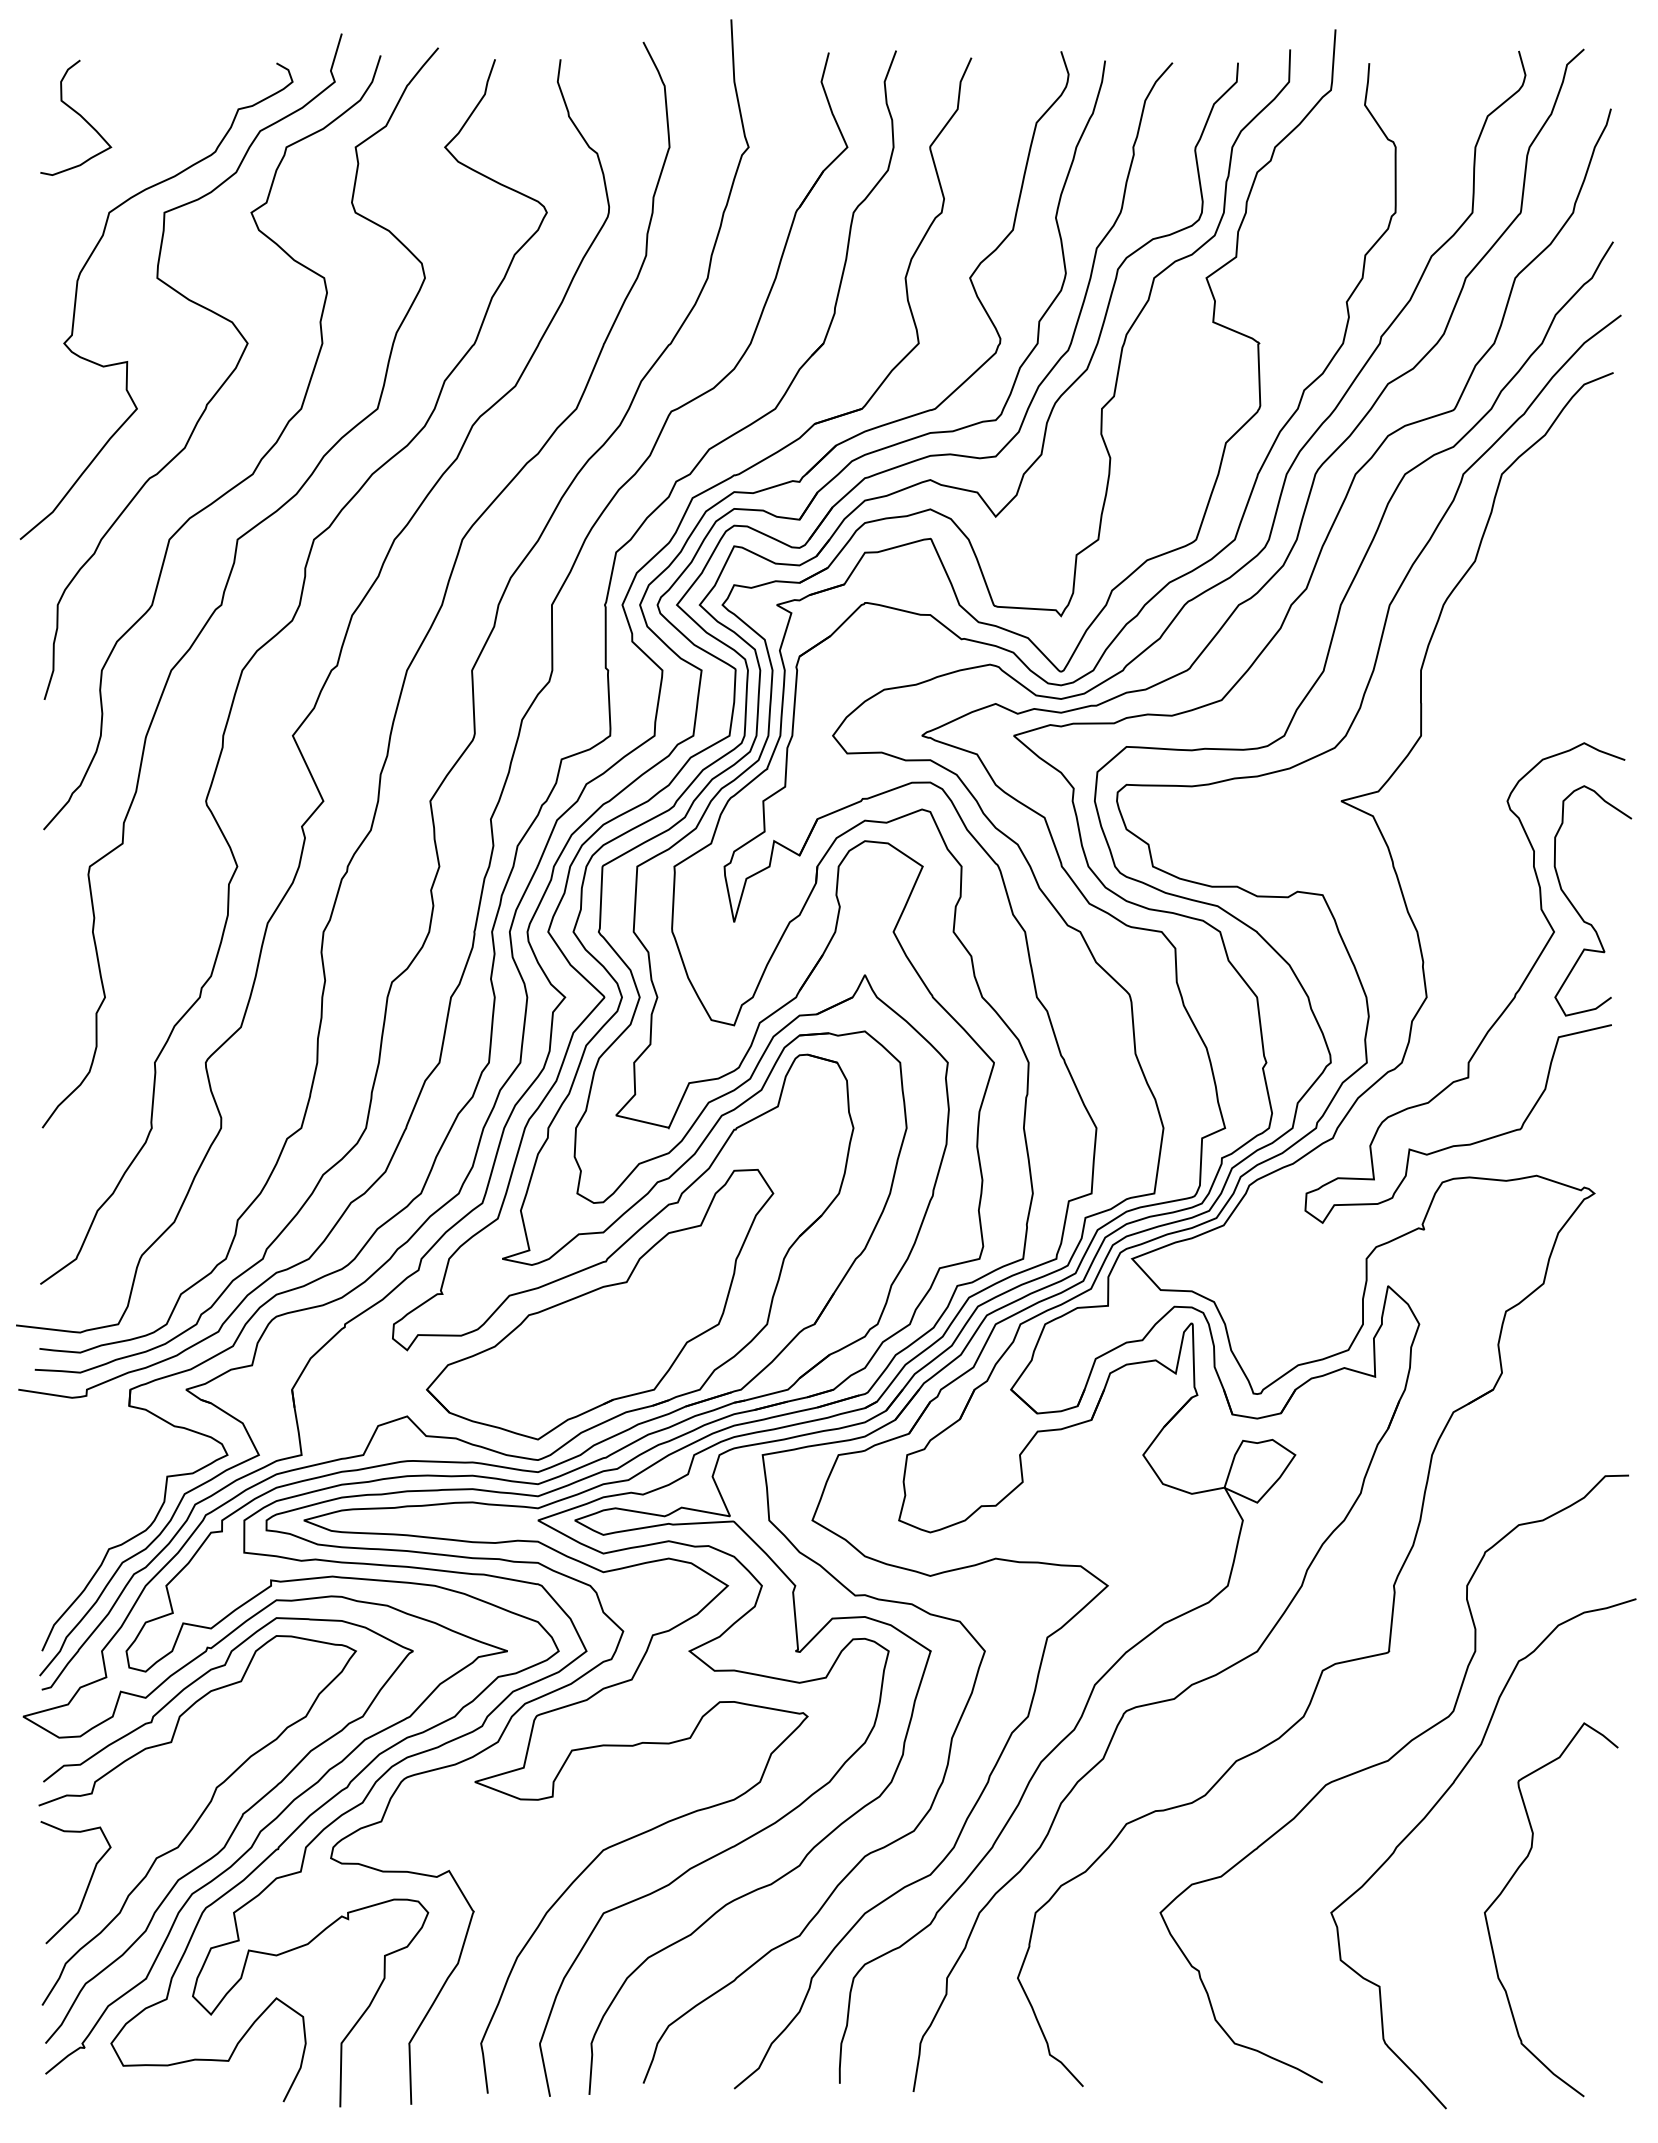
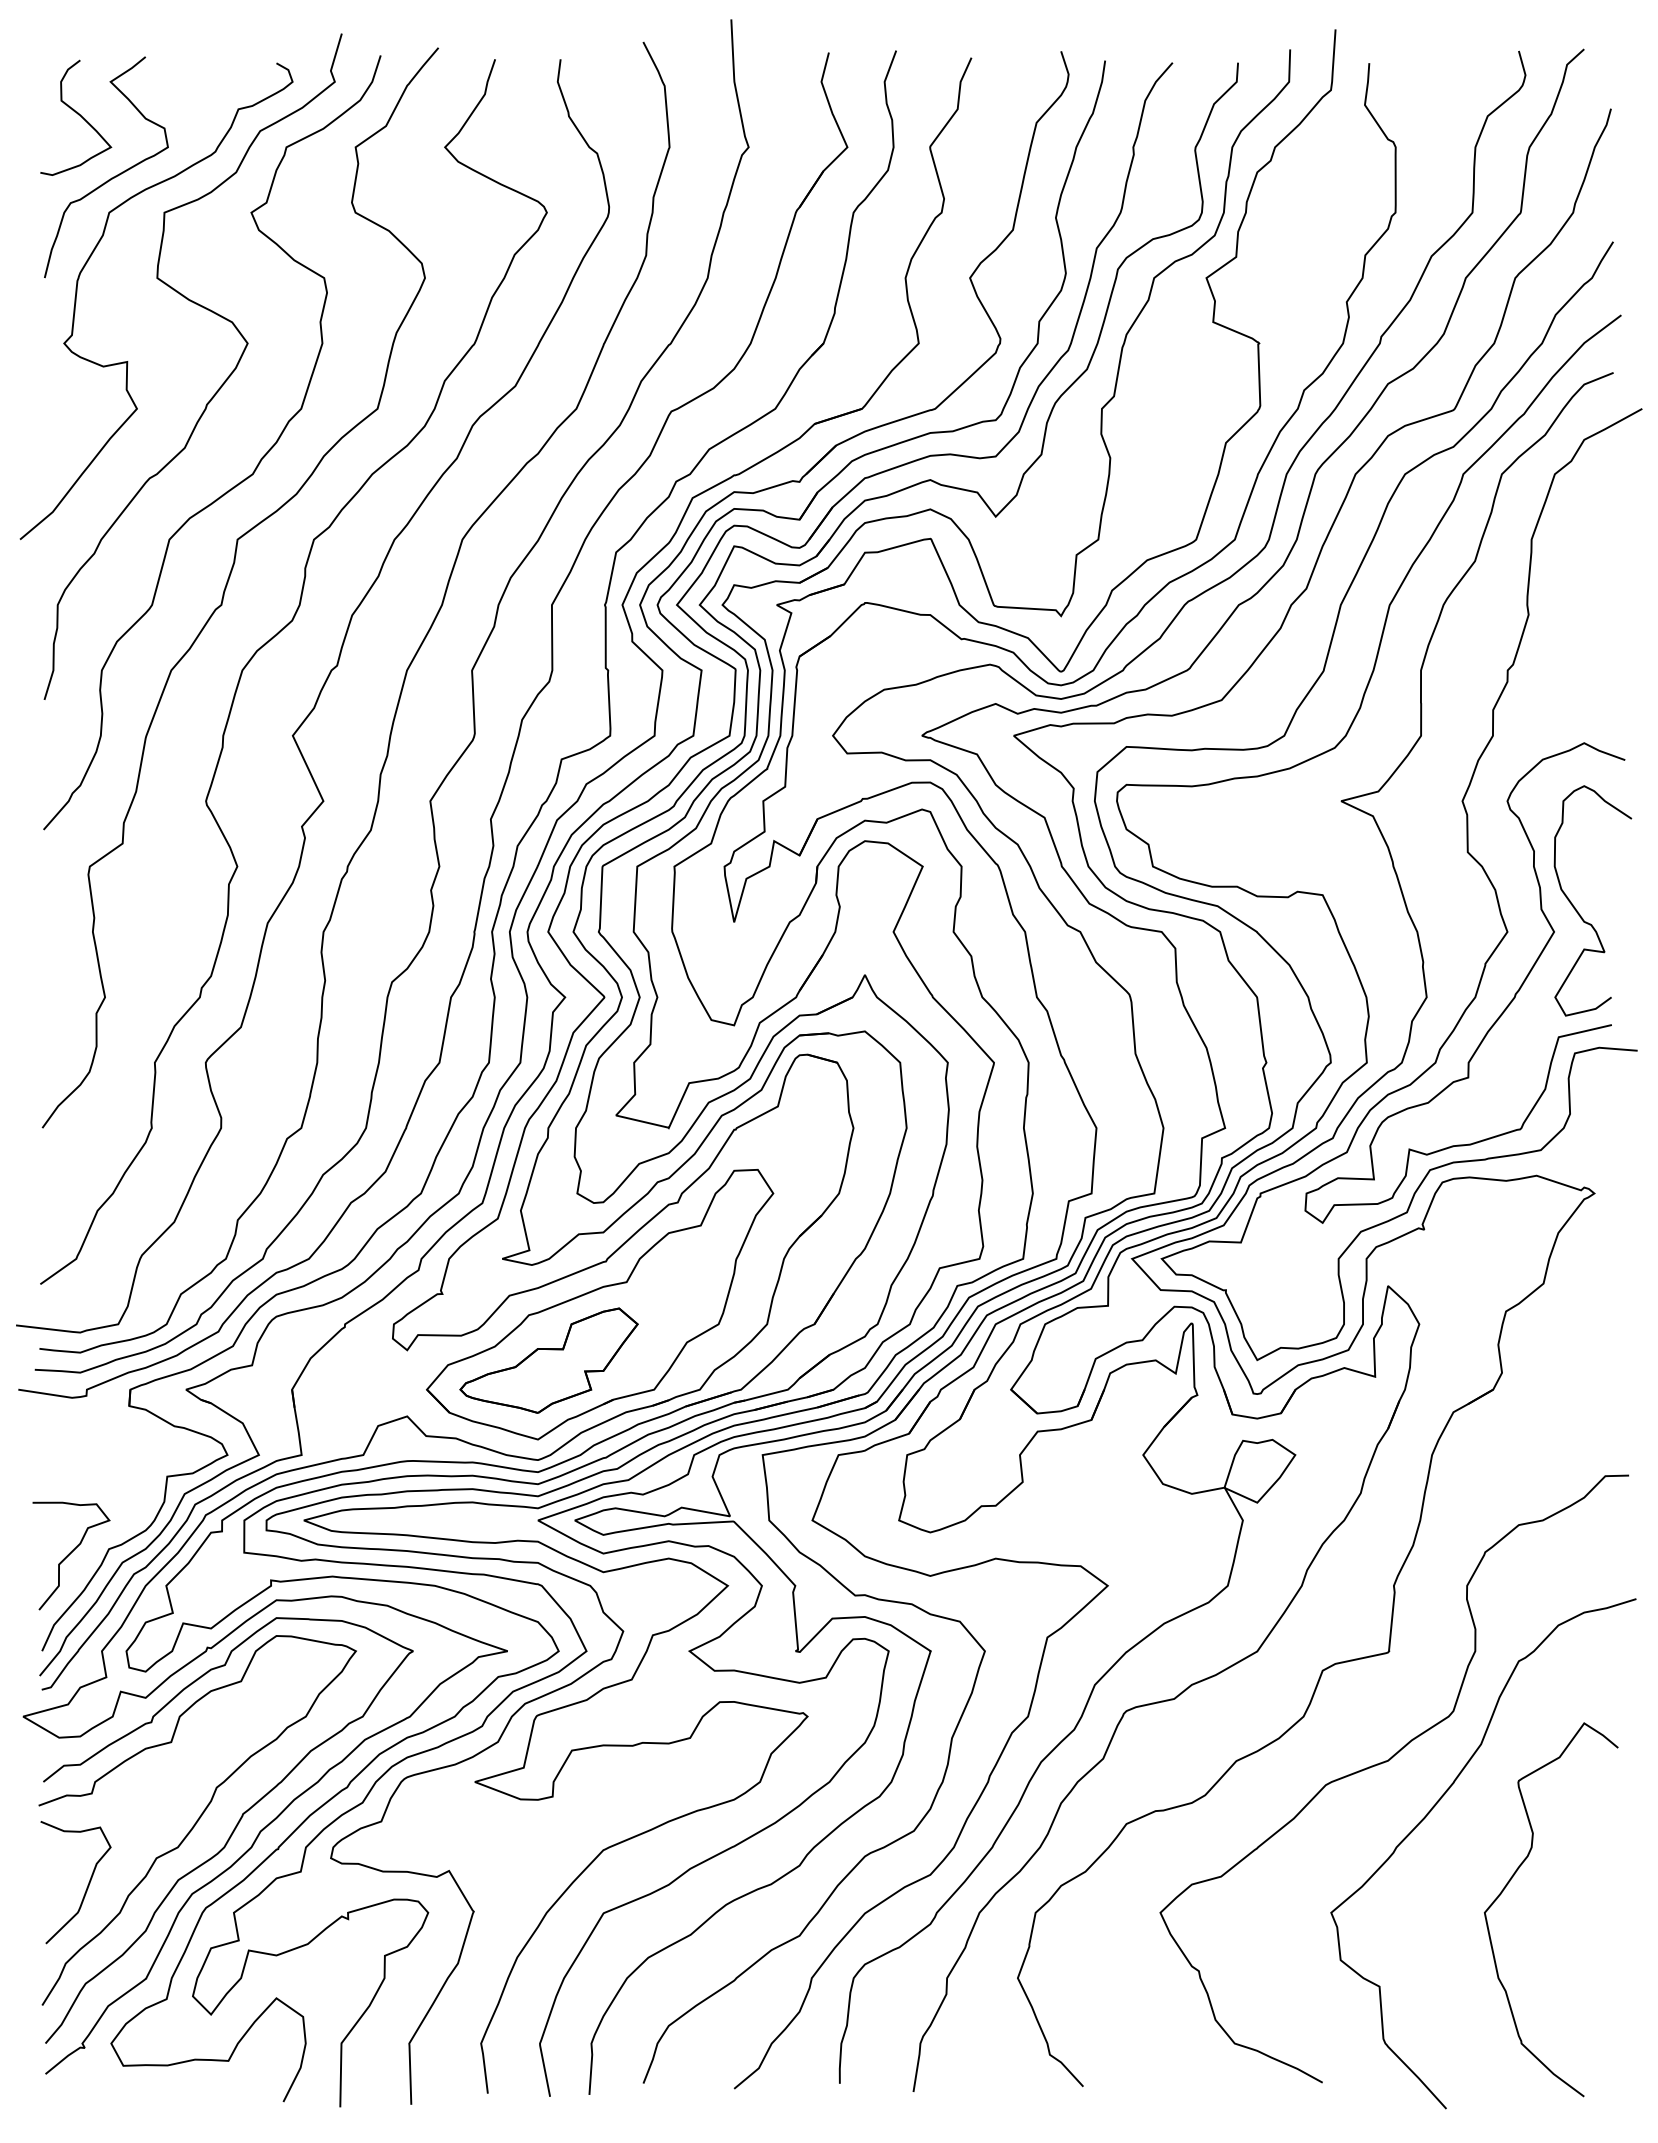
curve at (111, 177): none -> present
curve at (1466, 851): none -> present
part at (548, 1360): none -> present
curve at (70, 1554): none -> present
